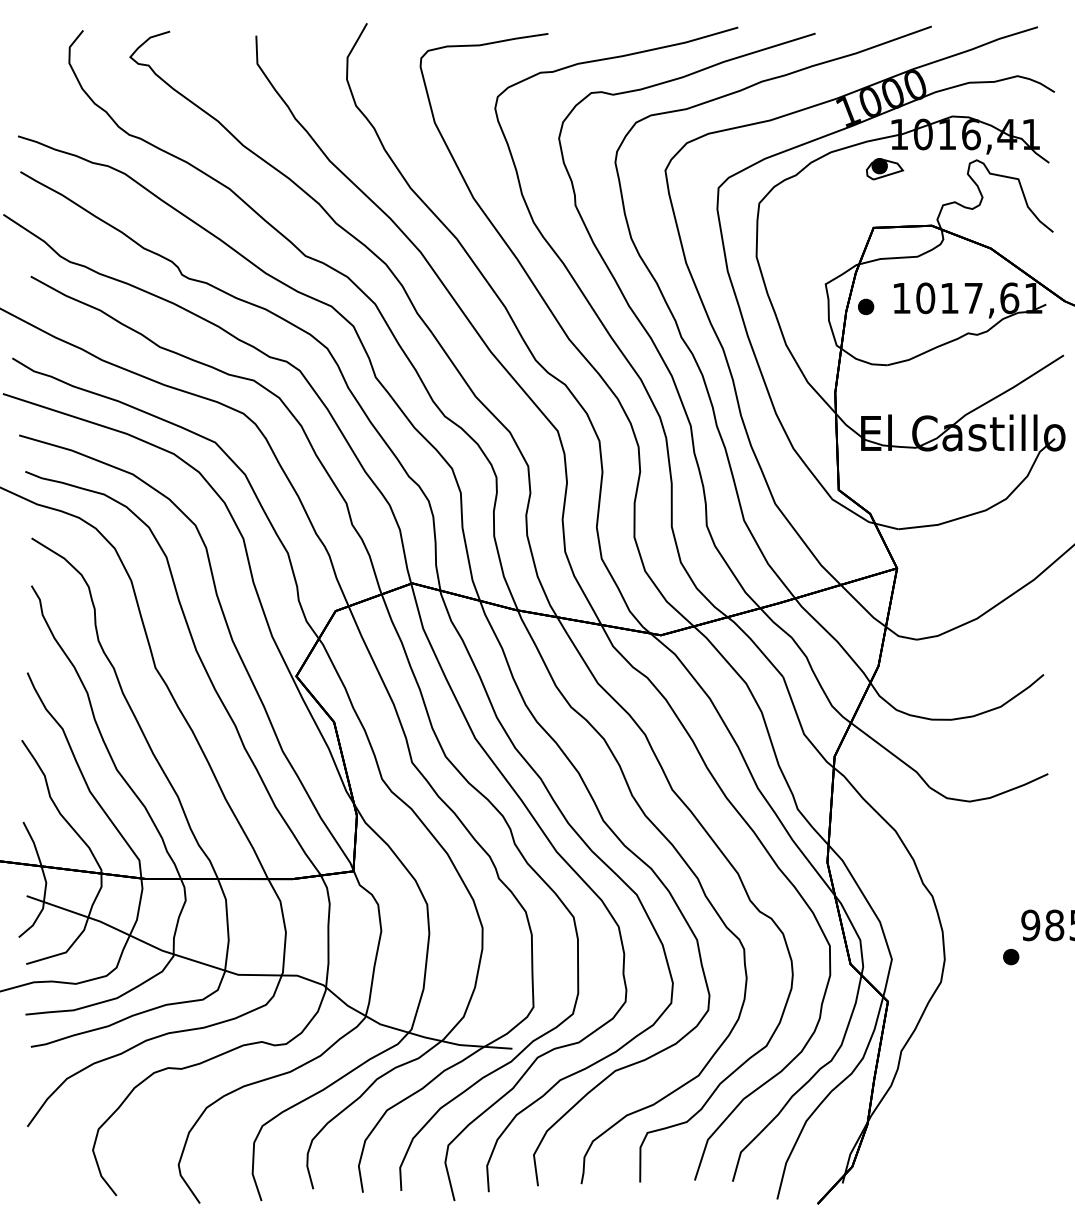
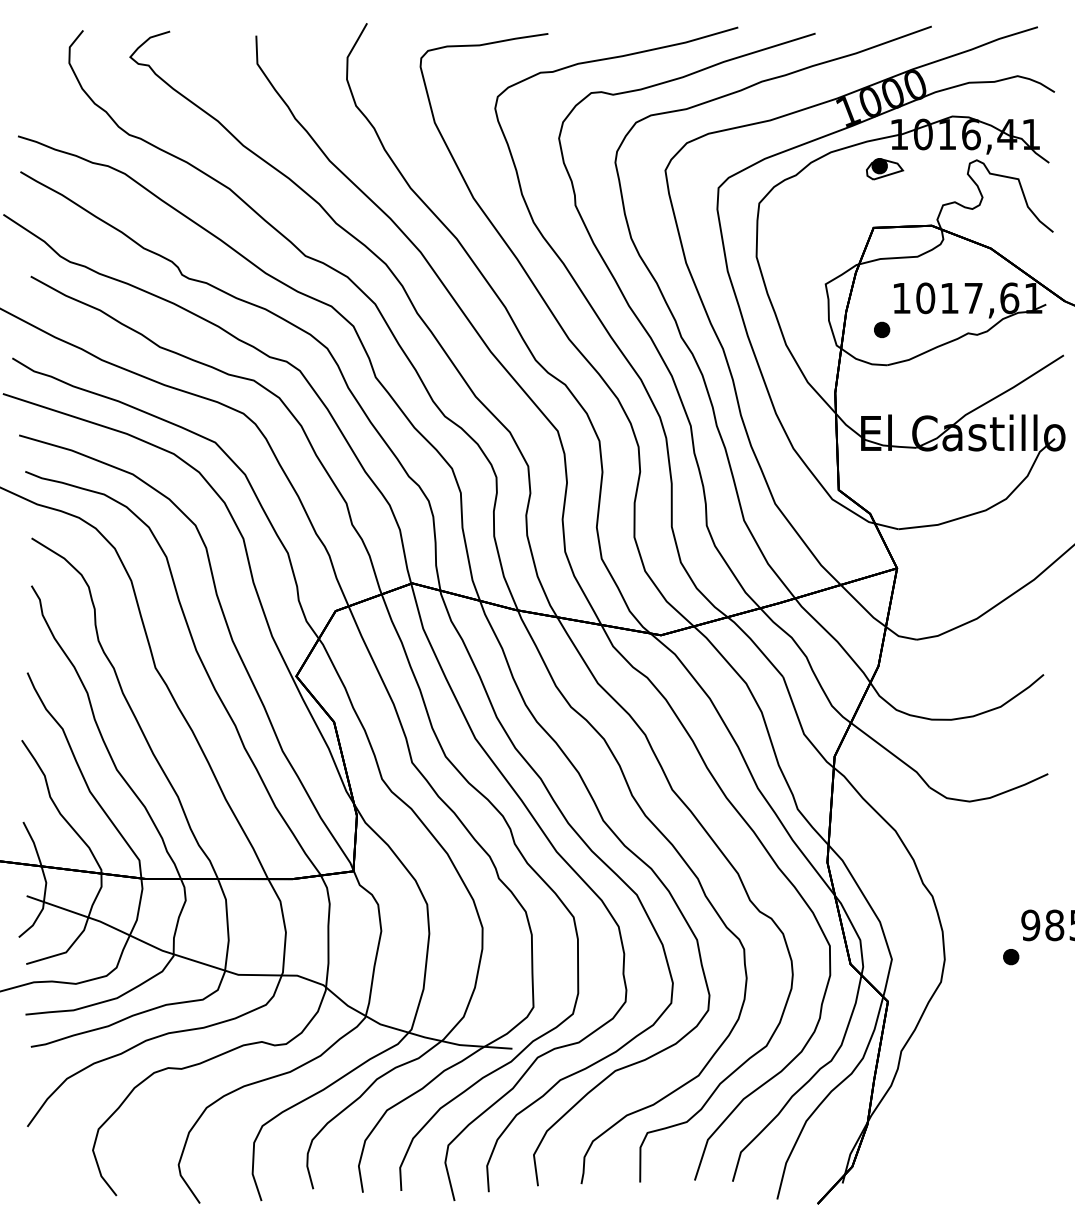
part at (866, 306) position: (866, 306) -> (882, 329)
